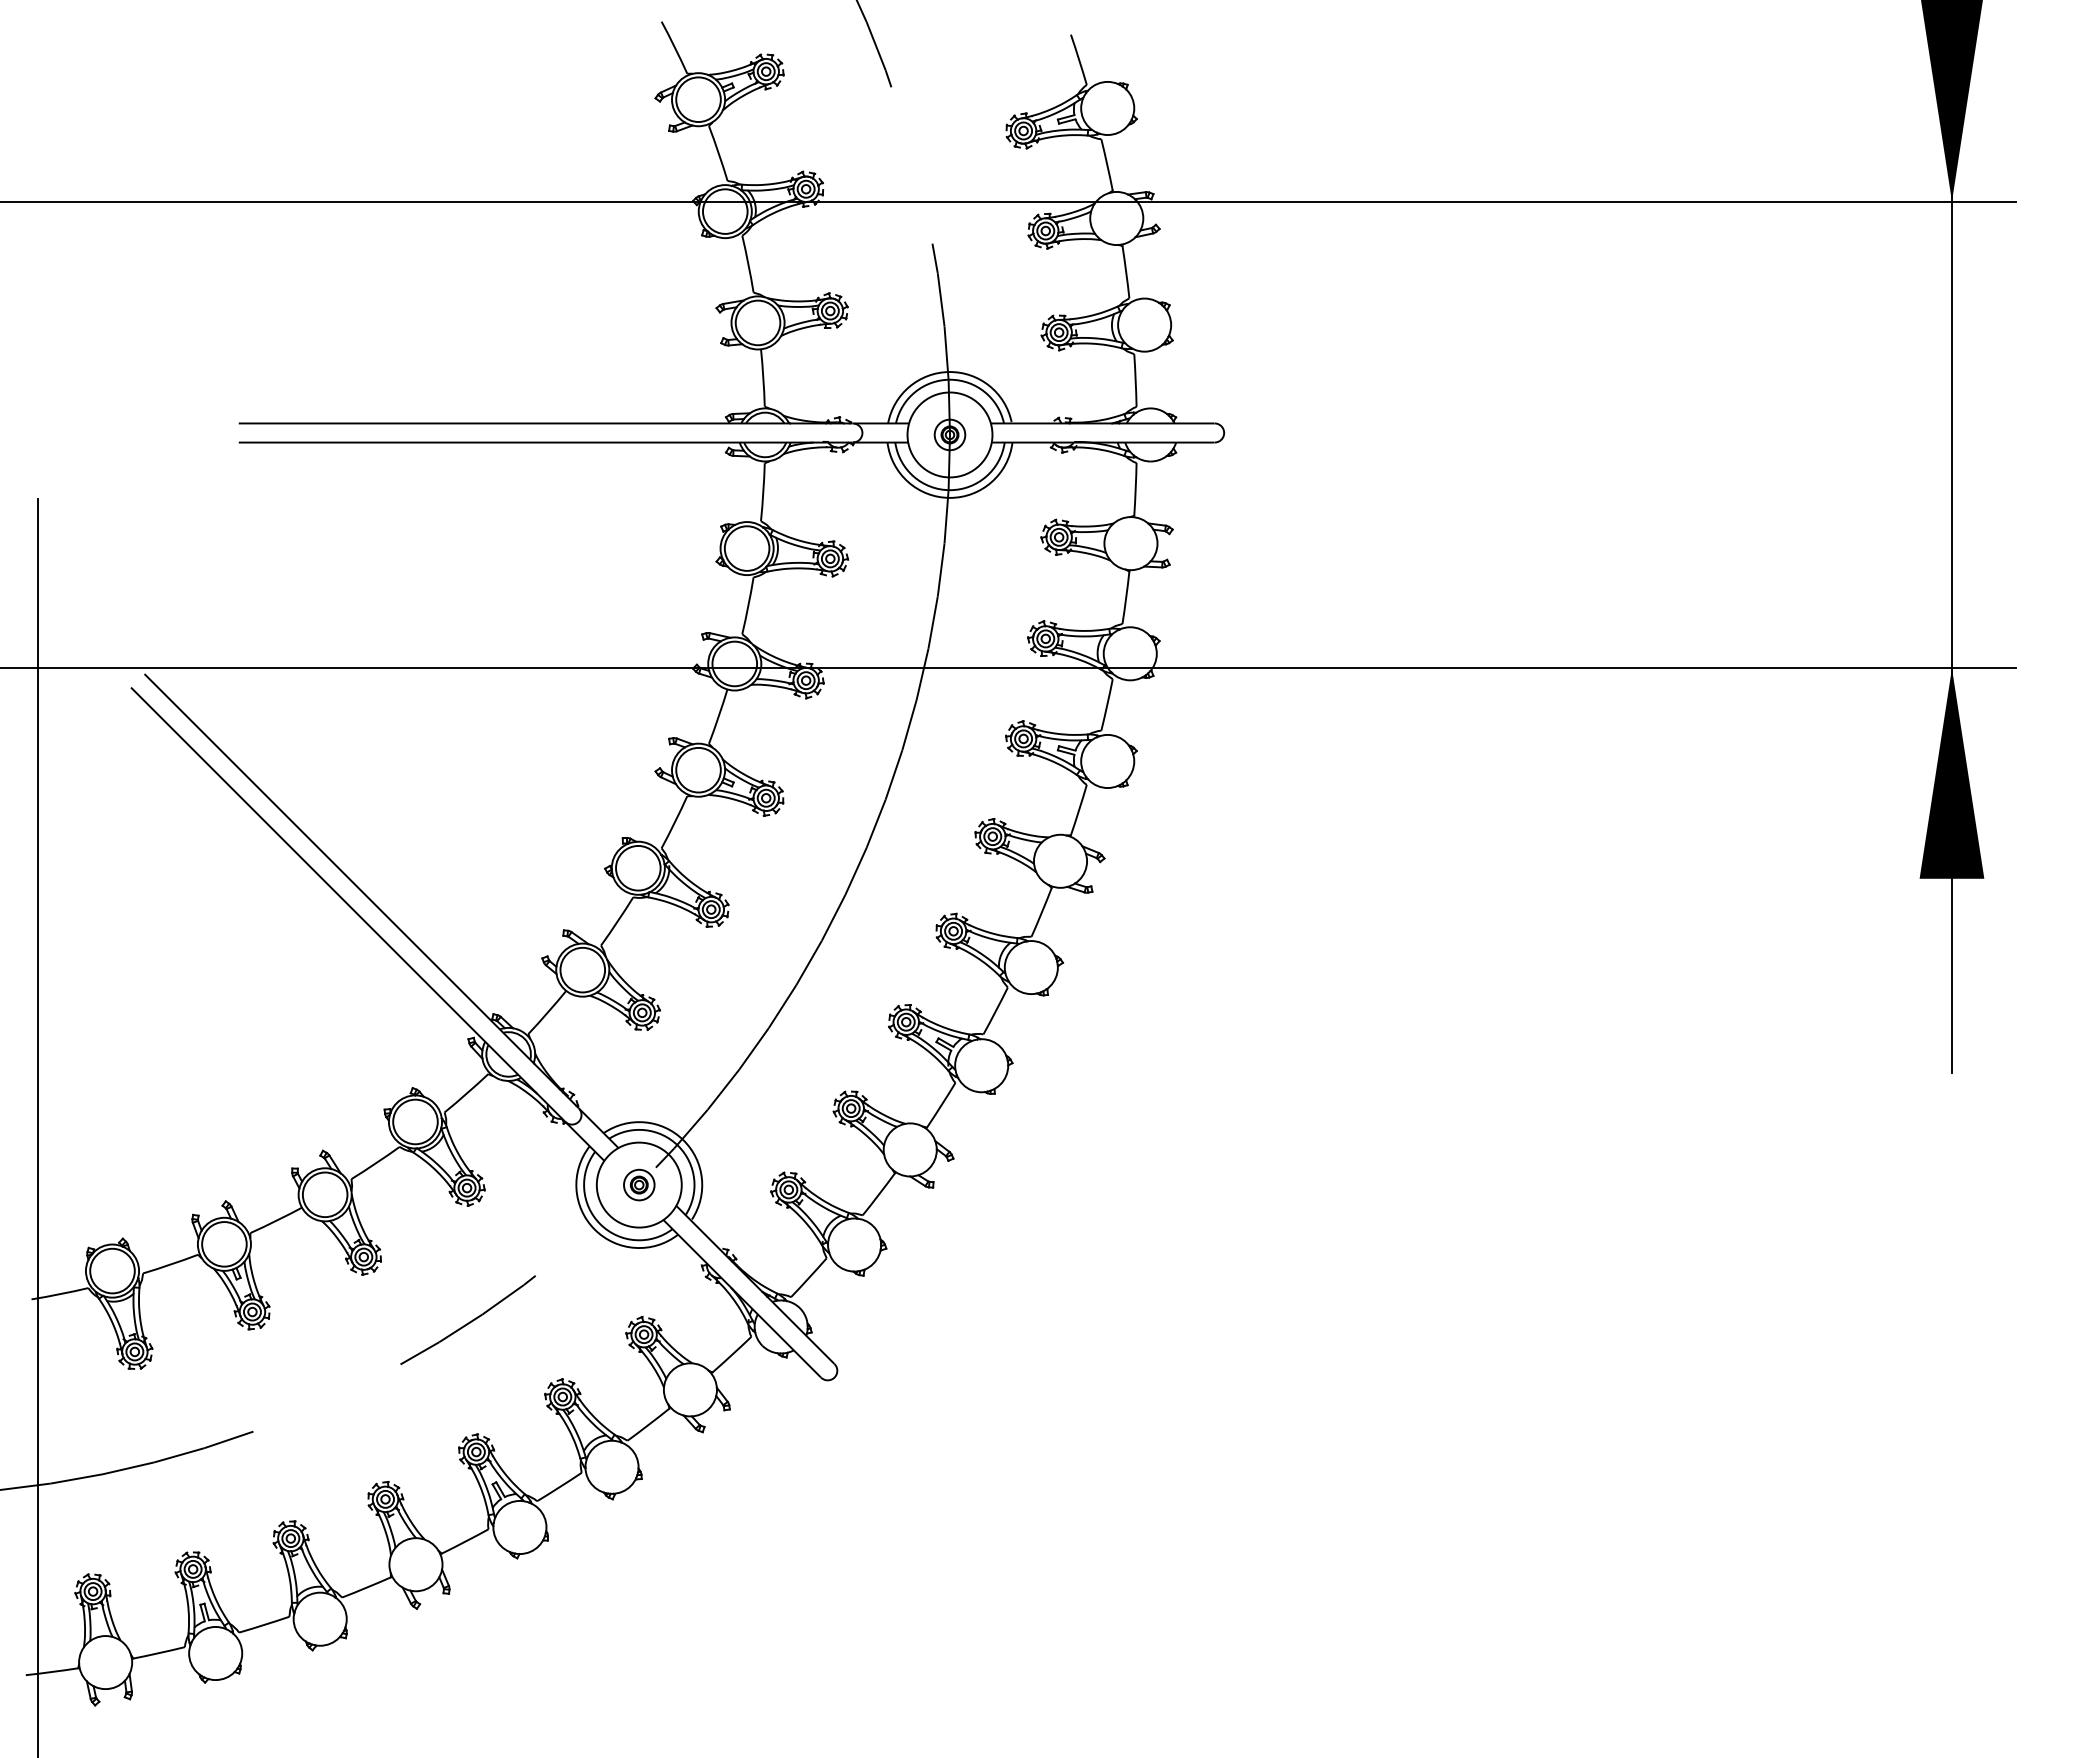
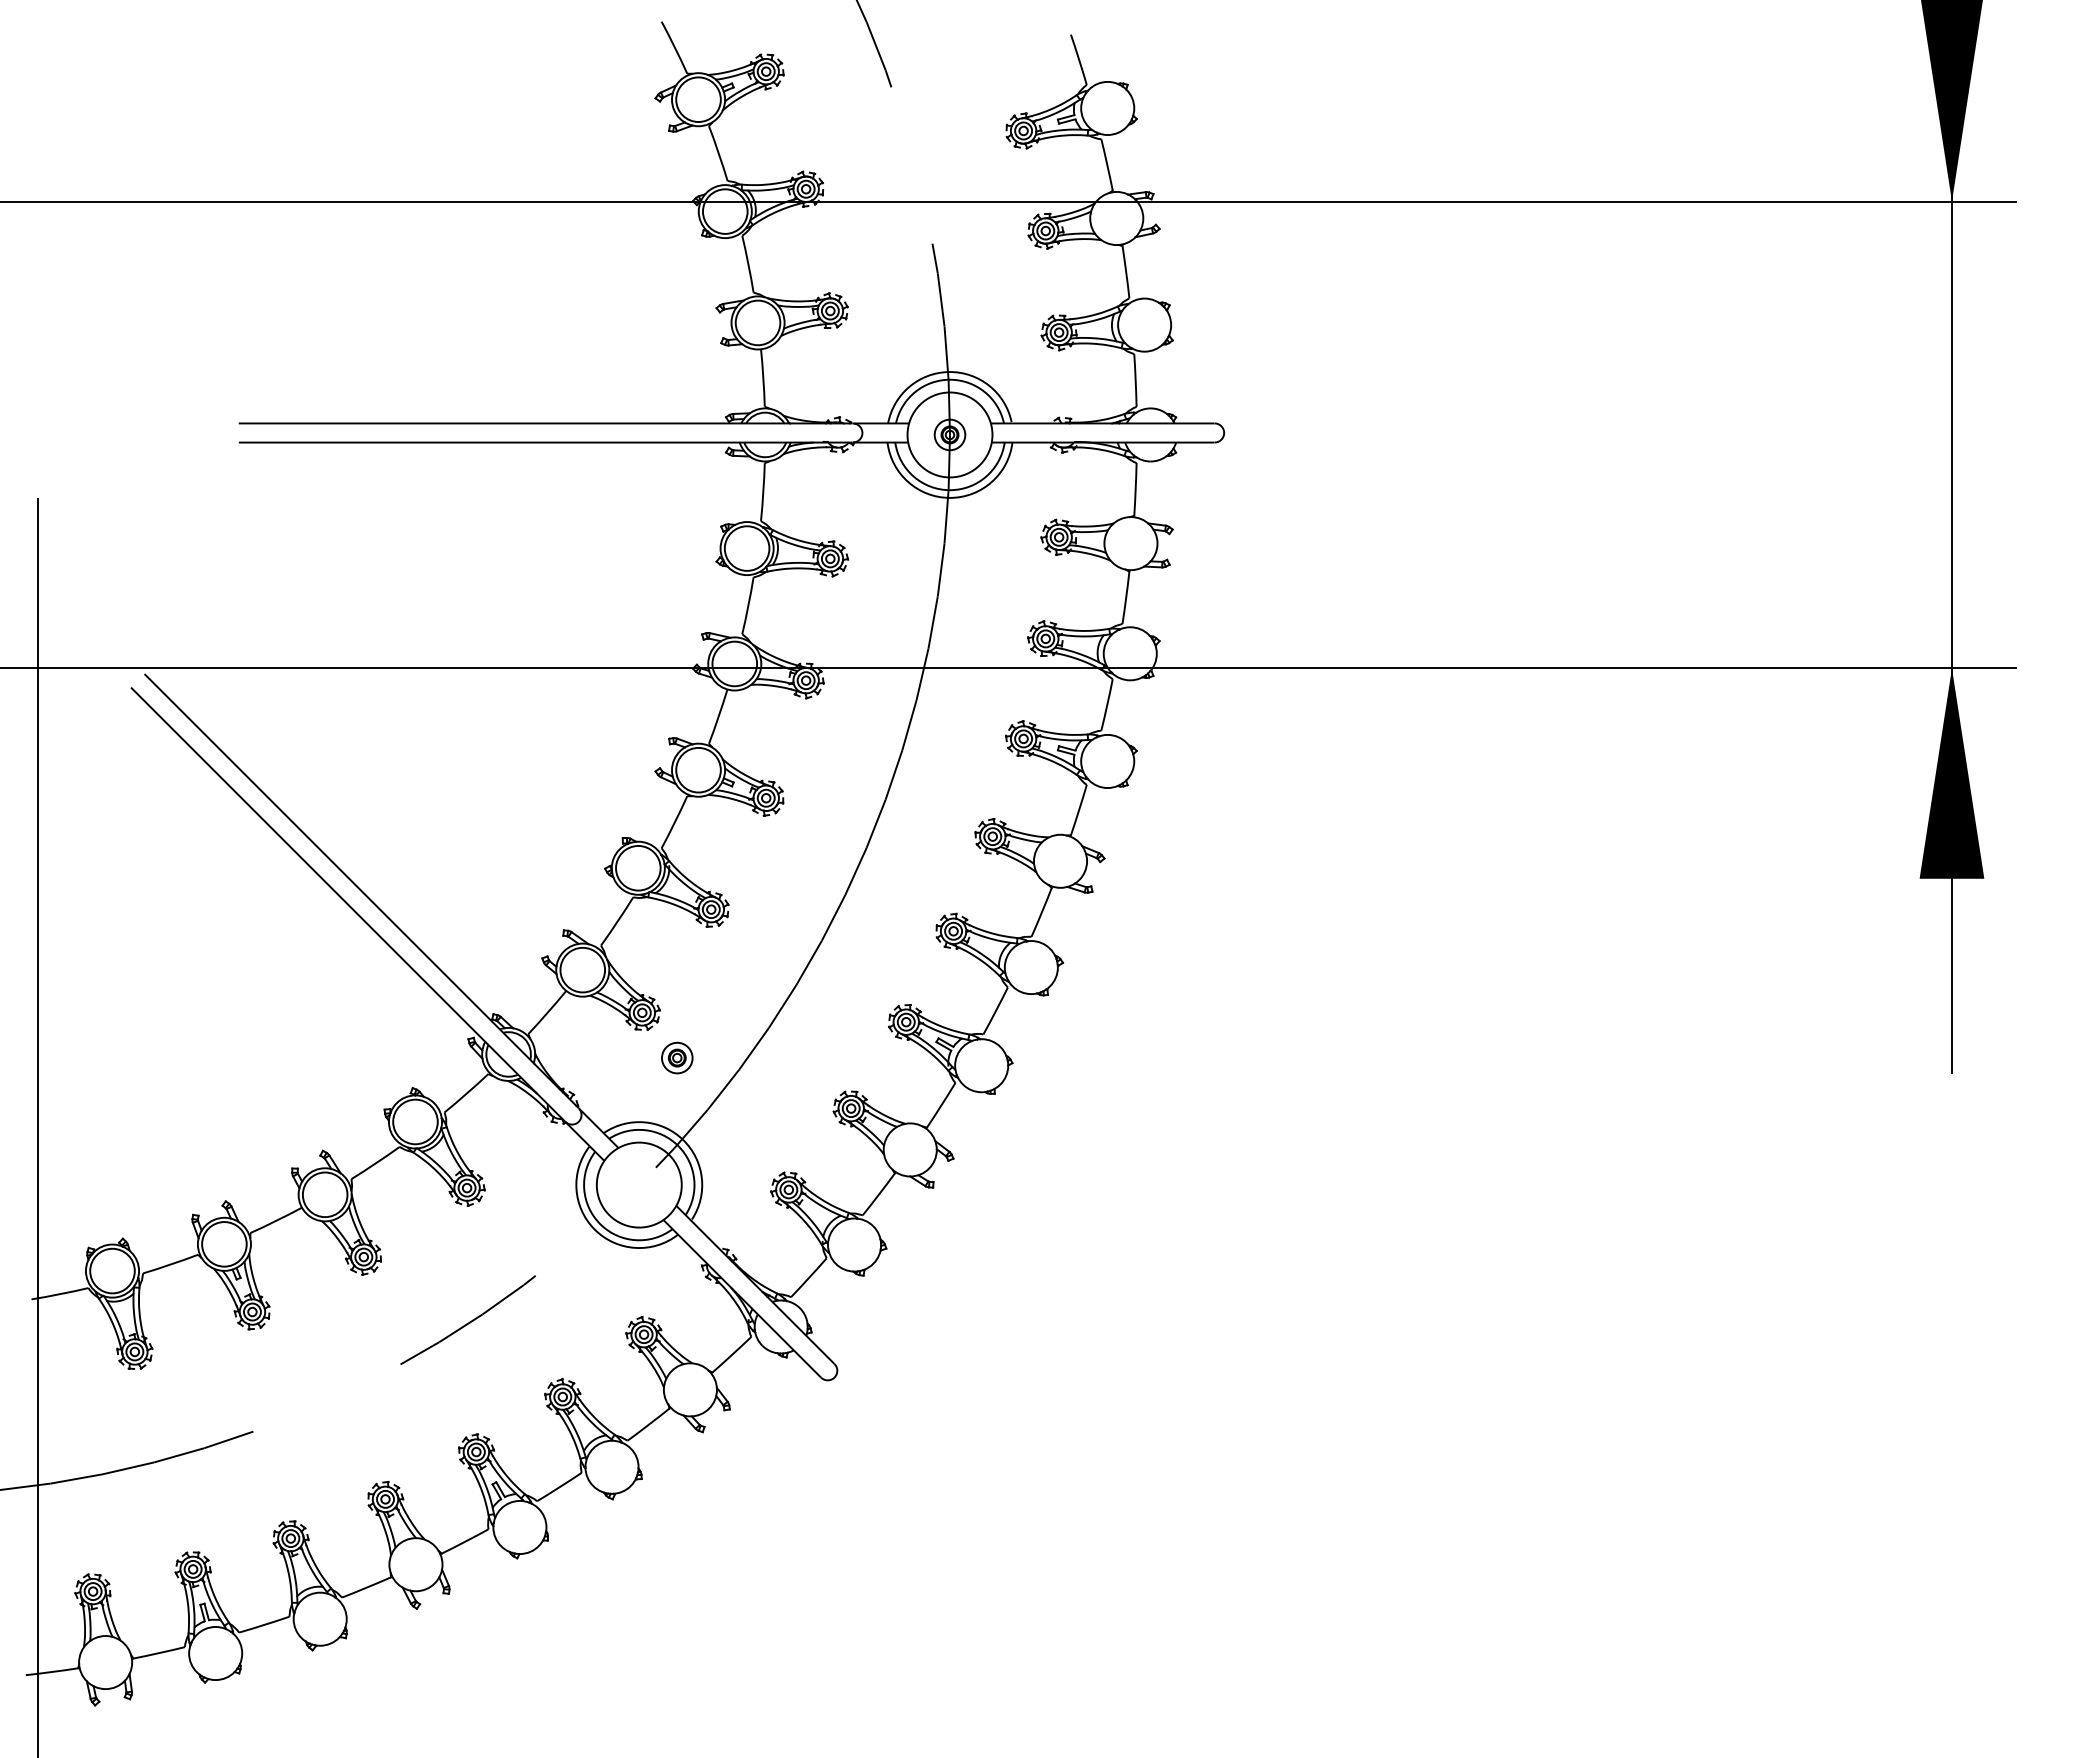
part at (639, 1184) position: (639, 1184) -> (677, 1057)
